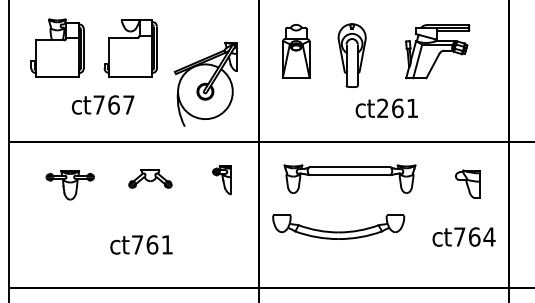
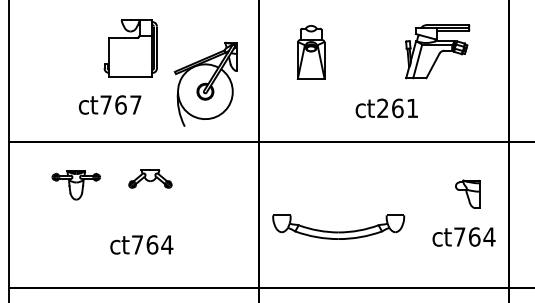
part at (57, 47): present -> none
part at (295, 51) position: (295, 51) -> (310, 52)
part at (351, 55): present -> none
text at (103, 104) position: (103, 104) -> (110, 104)
part at (349, 178): present -> none
part at (221, 180): present -> none
part at (467, 183) position: (467, 183) -> (467, 193)
part at (69, 185) position: (69, 185) -> (75, 185)
text at (167, 244): t761 -> t764
